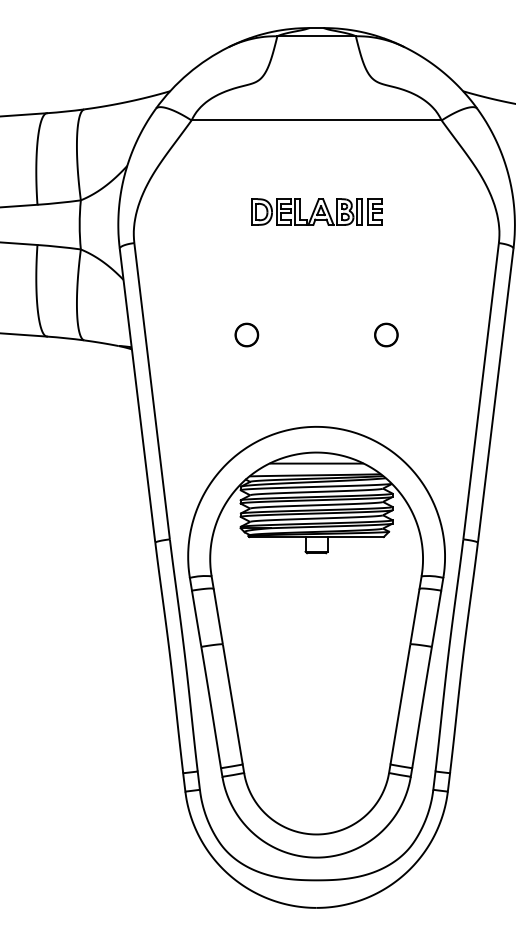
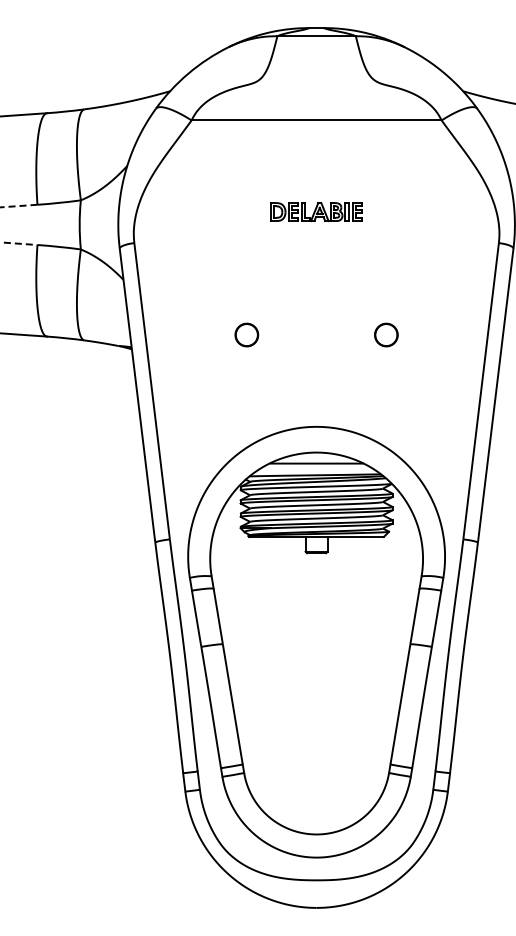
line at (18, 206): solid -> dashed
part at (316, 211) size: 132x28 px -> 93x20 px
line at (19, 243): solid -> dashed
